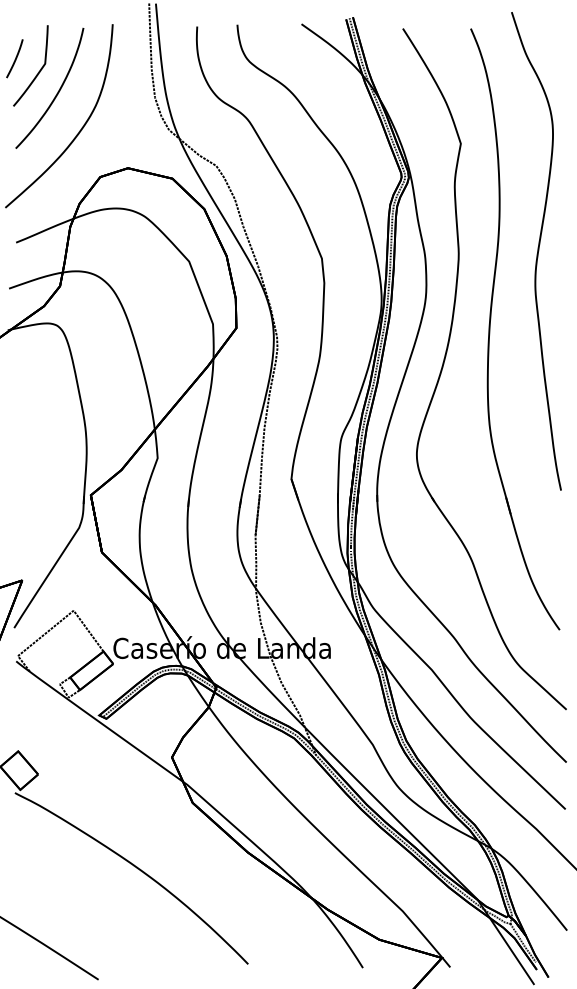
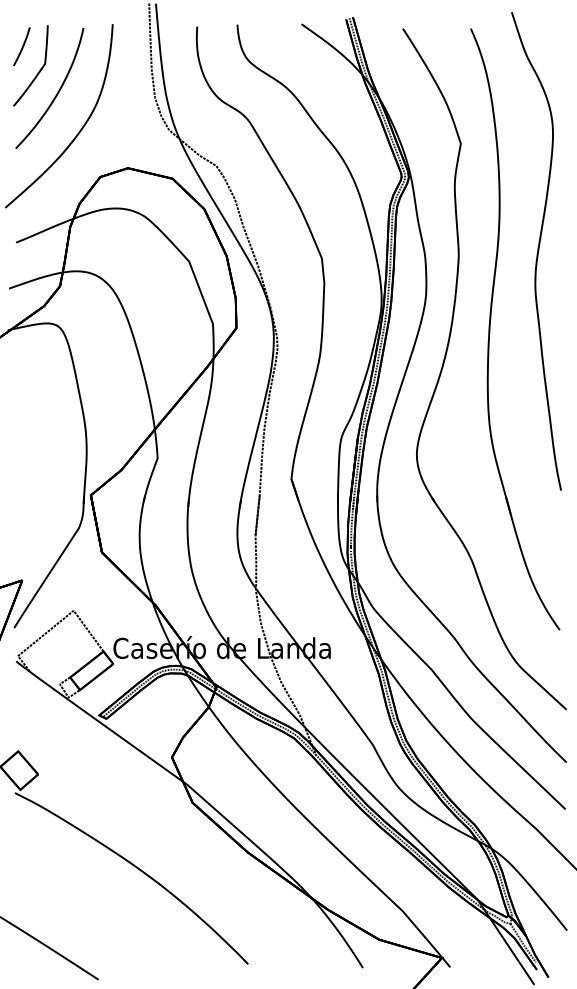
part at (14, 58) position: (14, 58) -> (21, 46)
